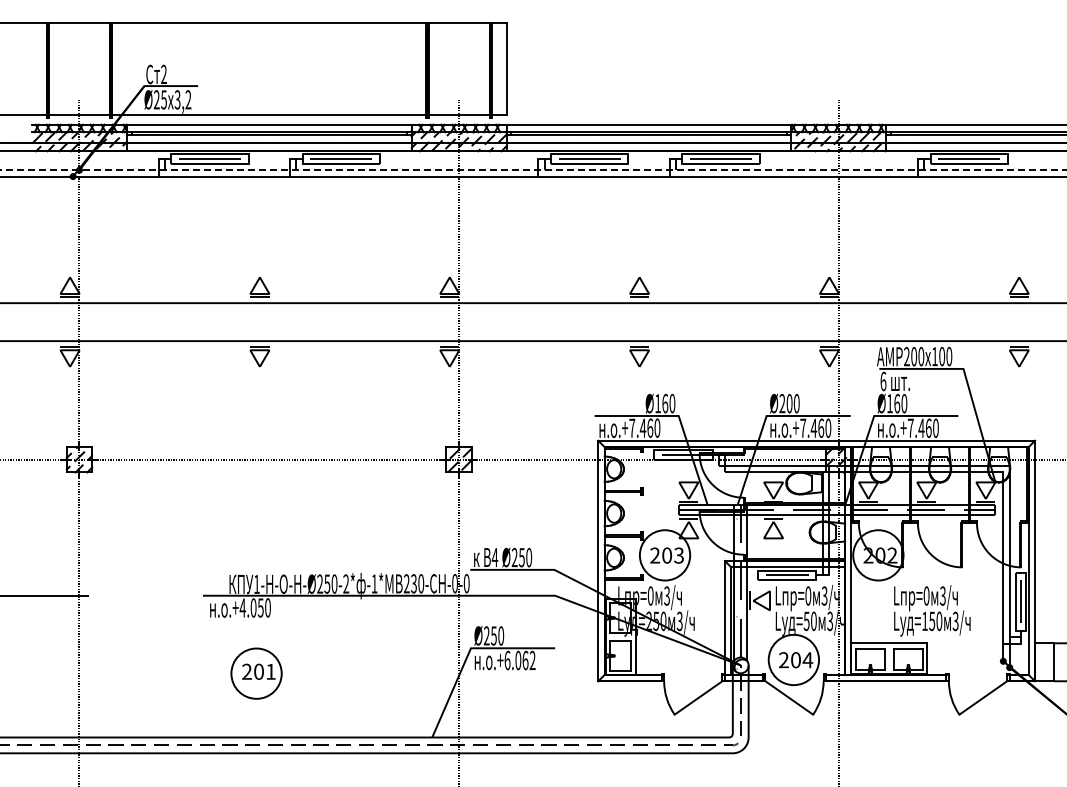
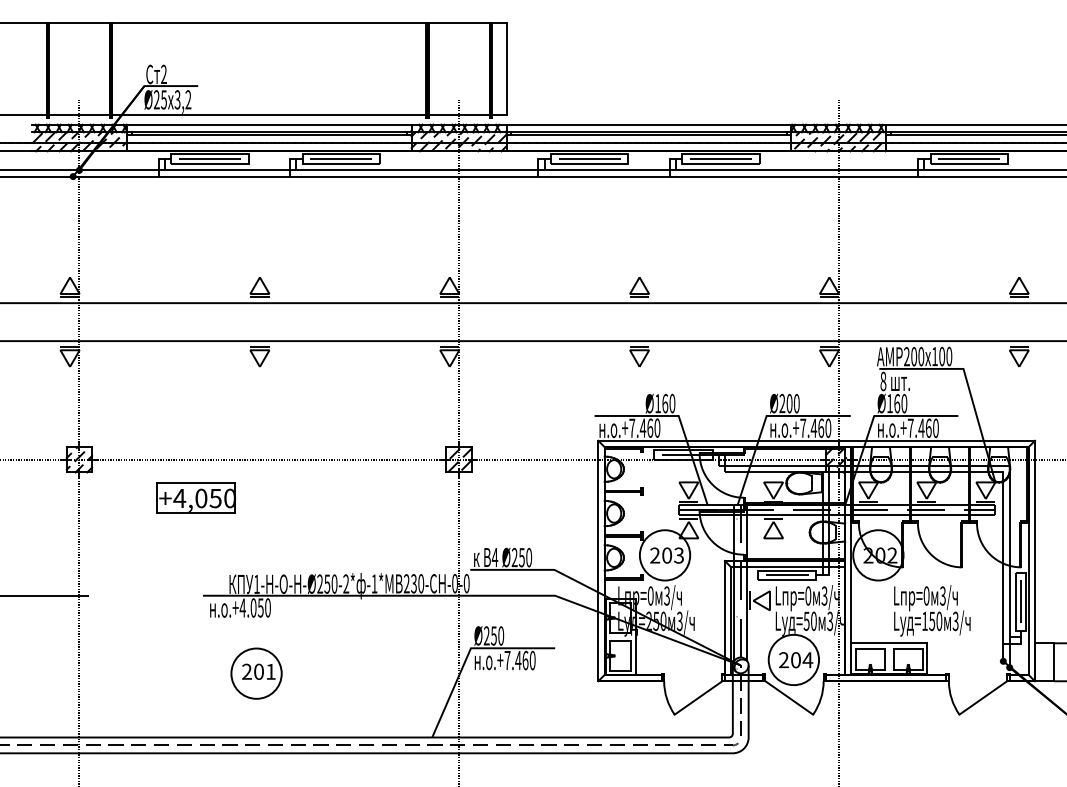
line at (533, 170): dashed -> solid
text at (883, 380): 6 -> 8
part at (195, 497): none -> present
text at (519, 660): .+6.062 -> .+7.460
